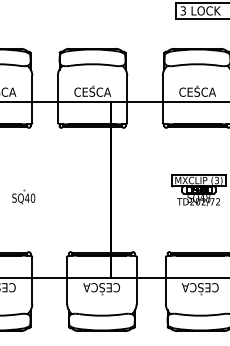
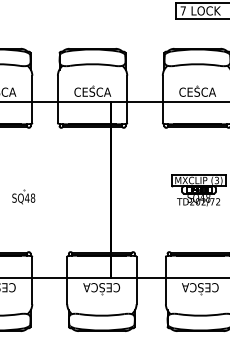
text at (182, 10): 3 -> 7
text at (32, 198): SQ40 -> SQ48
